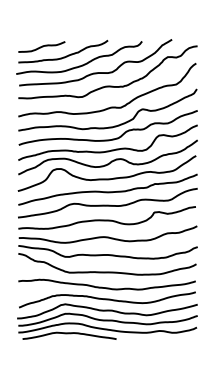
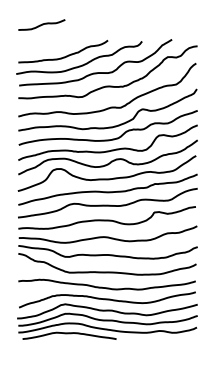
curve at (41, 46) position: (41, 46) -> (41, 24)
